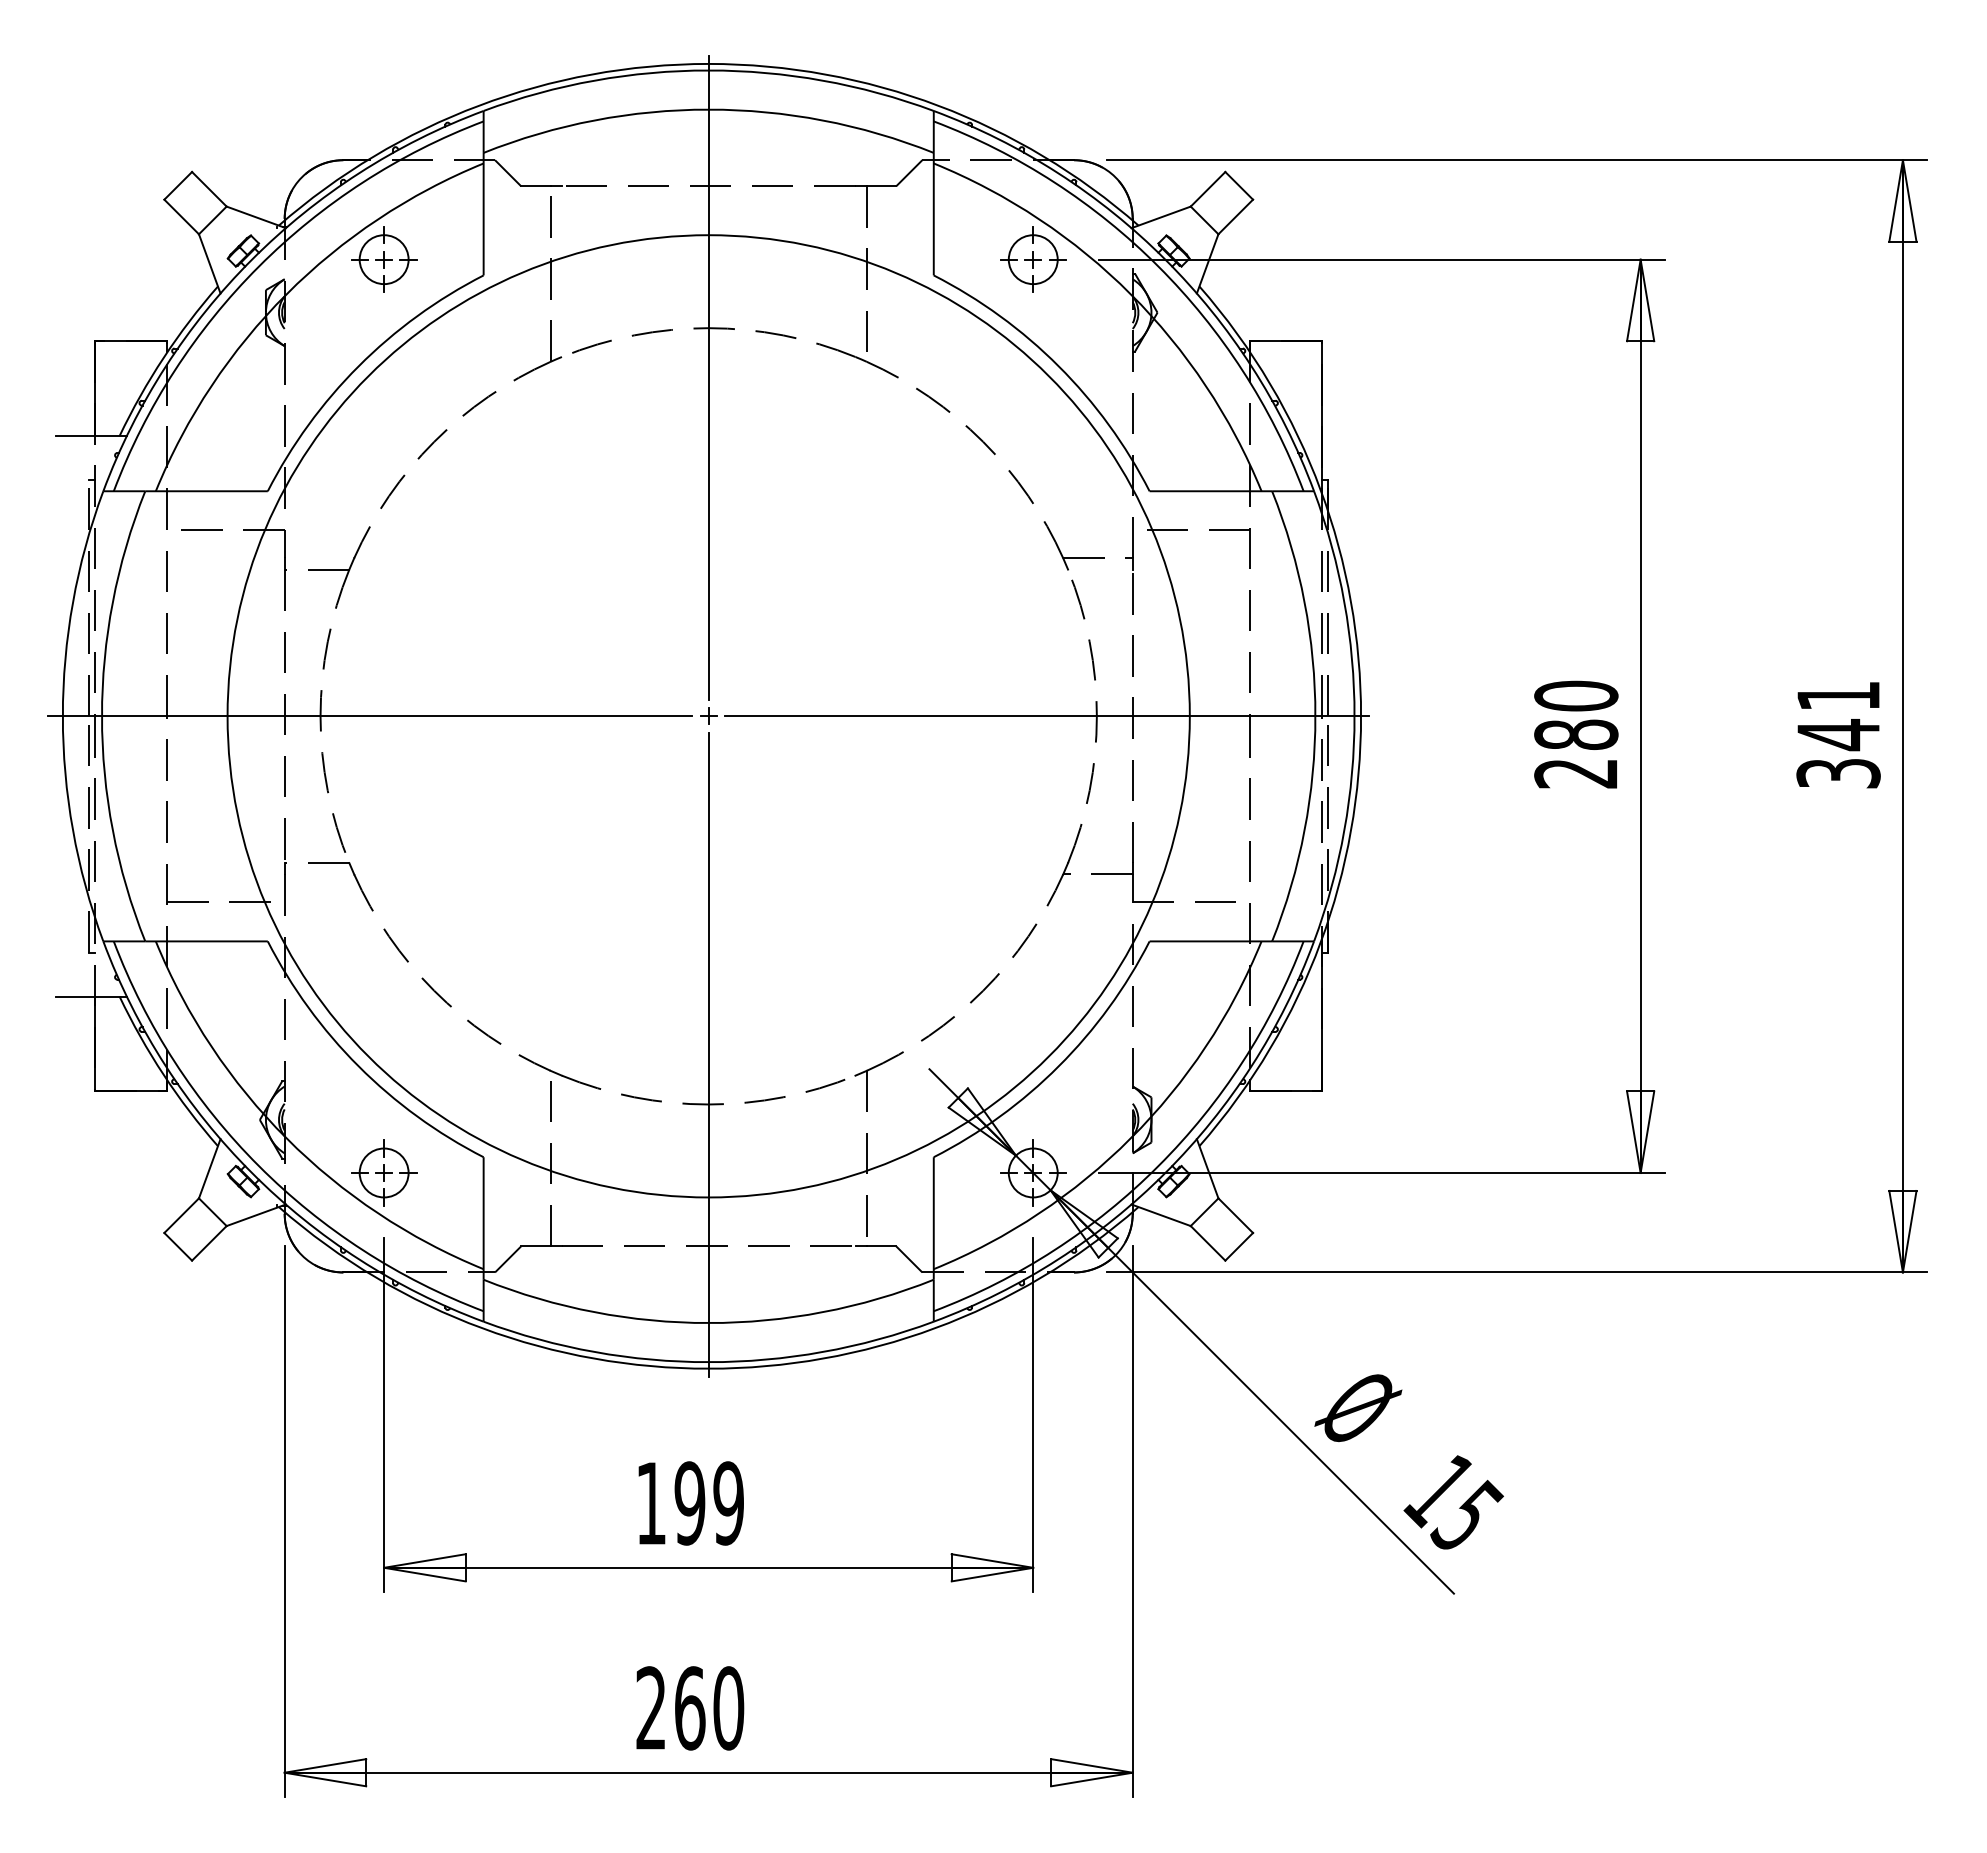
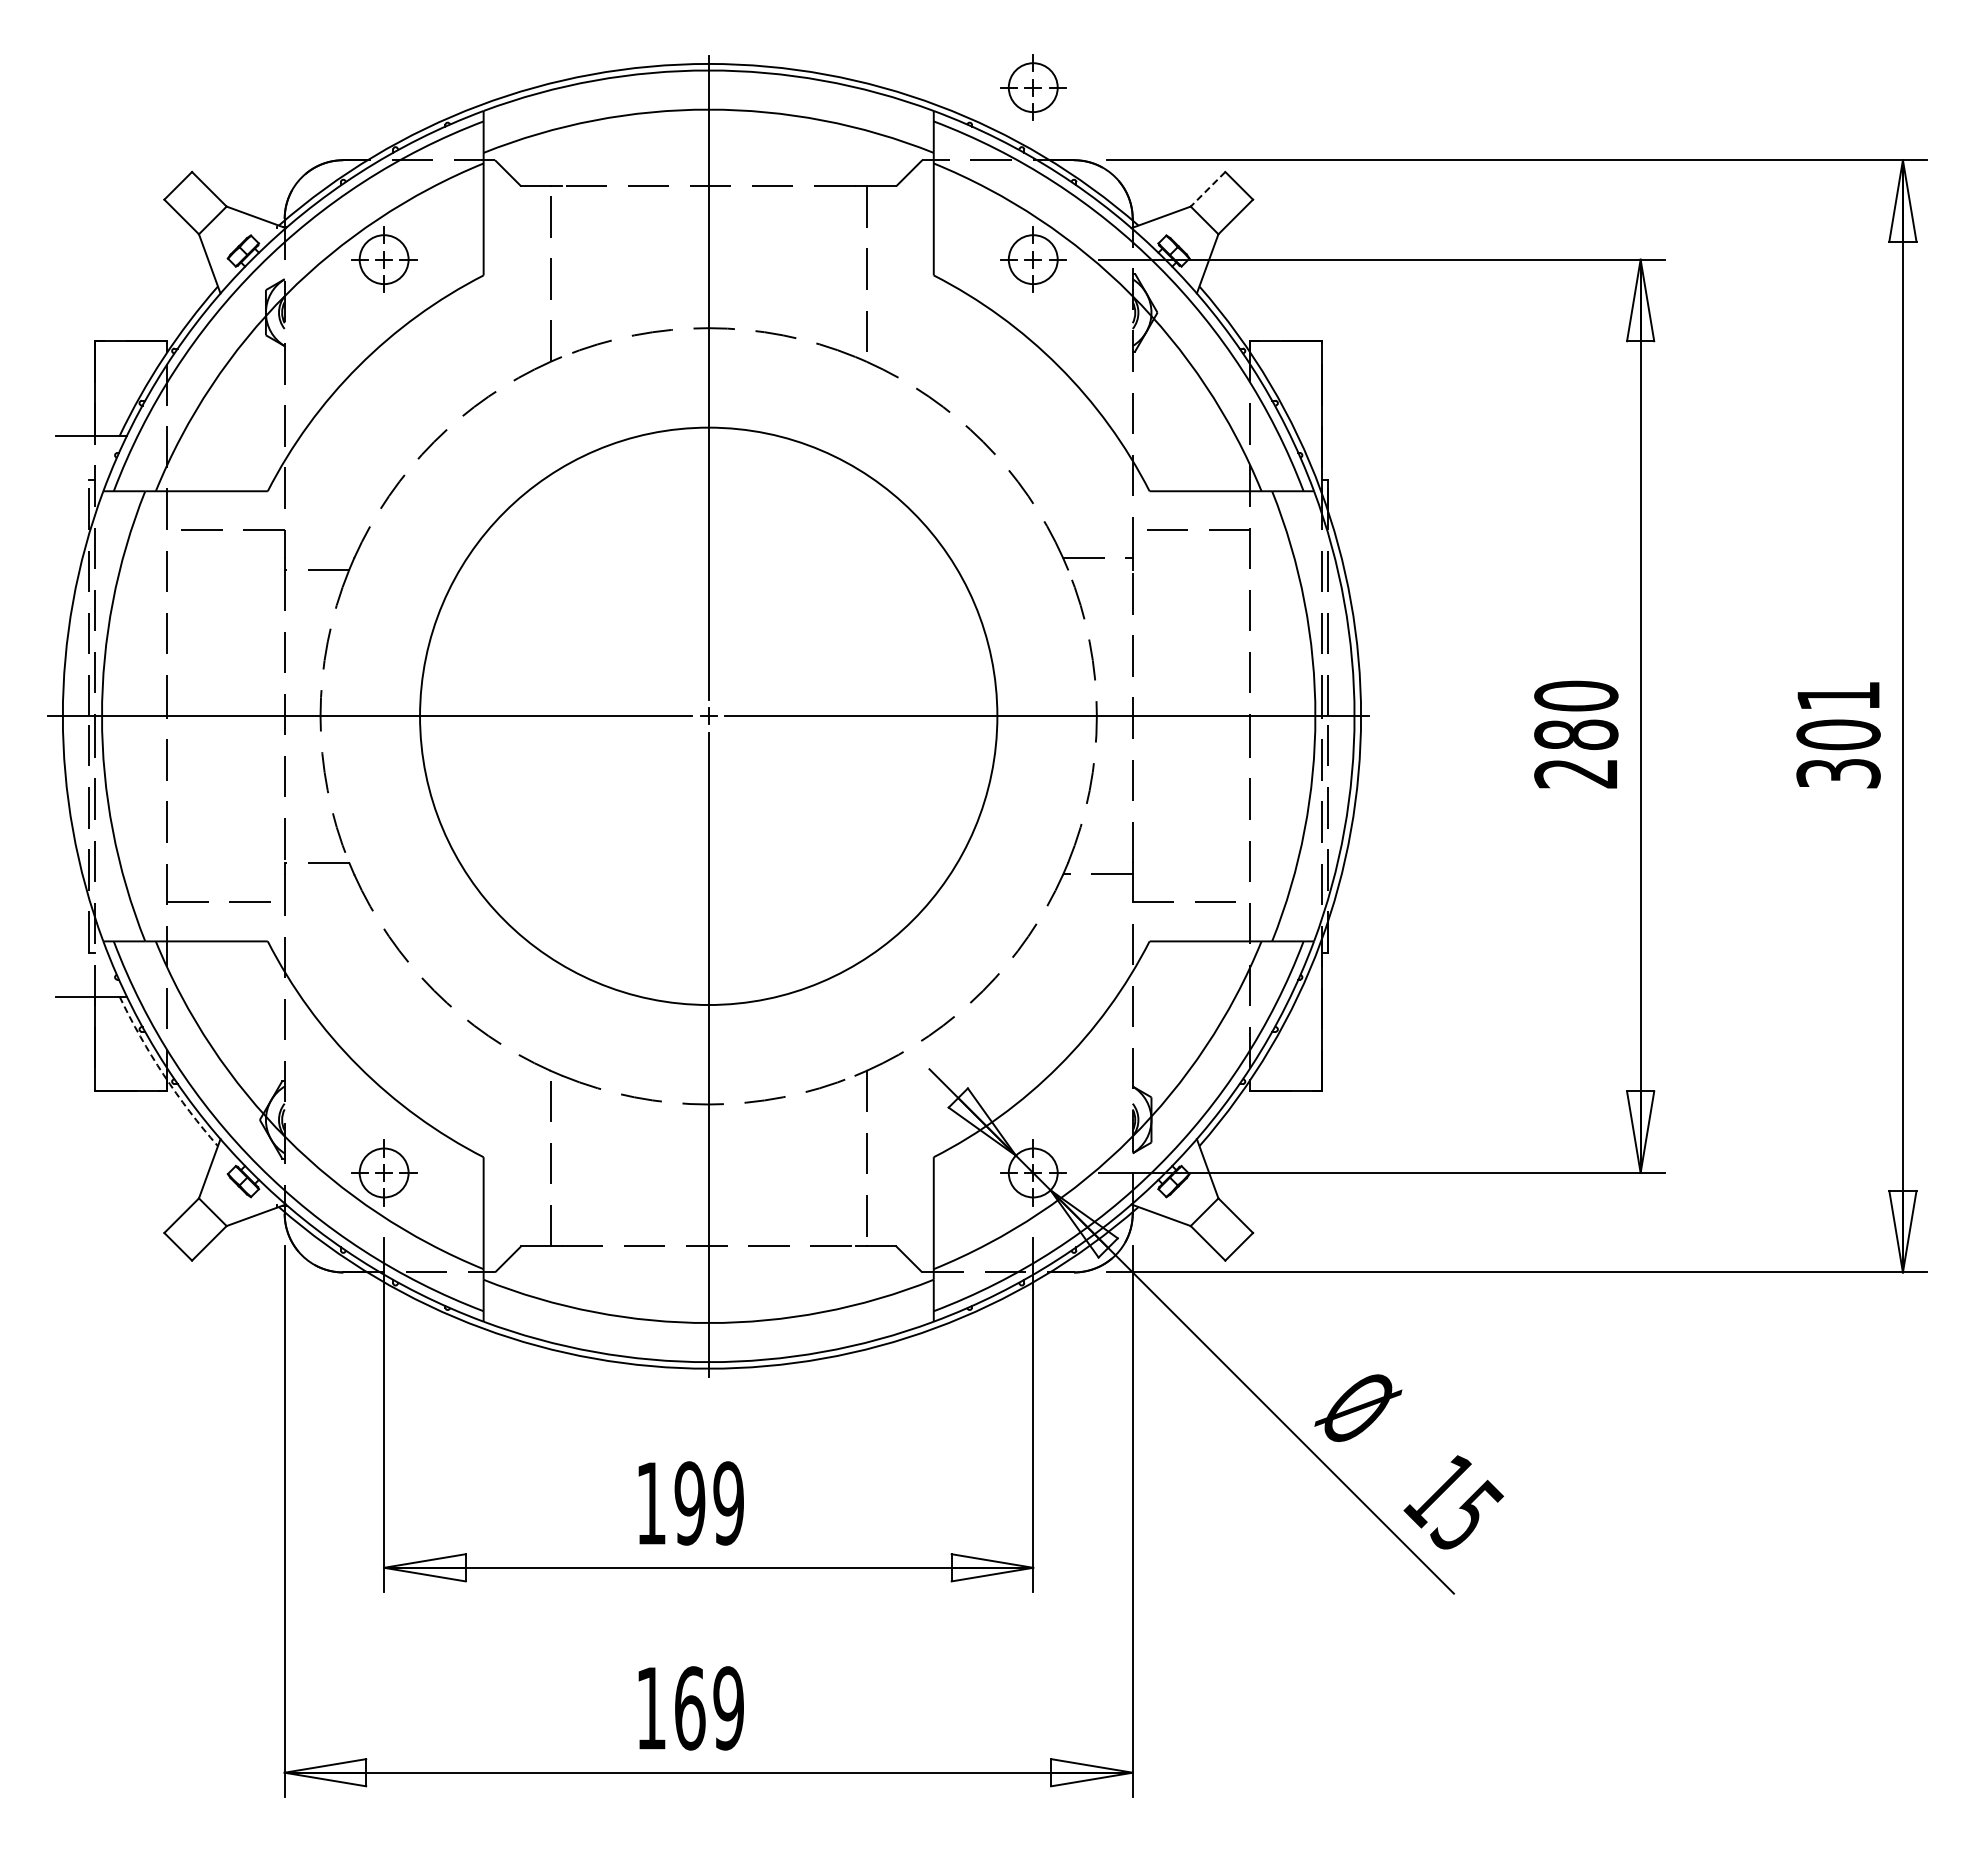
part at (1033, 87): none -> present
line at (1207, 189): solid -> dashed
circle at (708, 716) diameter: 962 px -> 577 px
text at (1838, 735): 341 -> 301
arc at (163, 1074): solid -> dashed
text at (690, 1708): 260 -> 169
